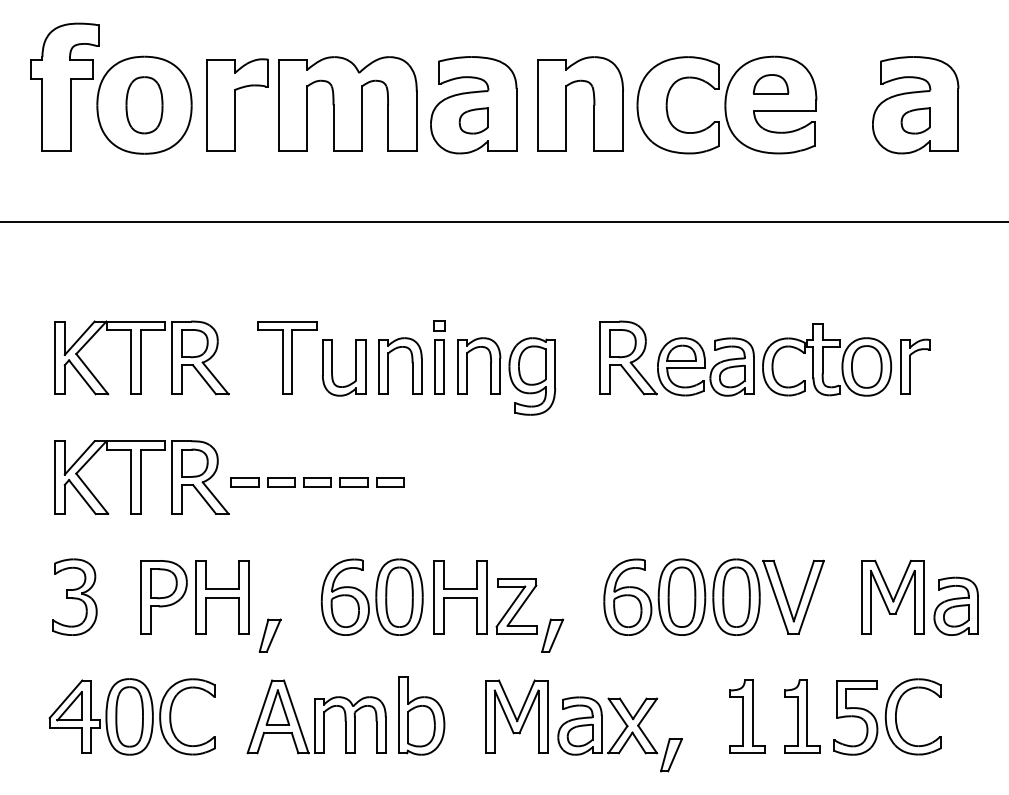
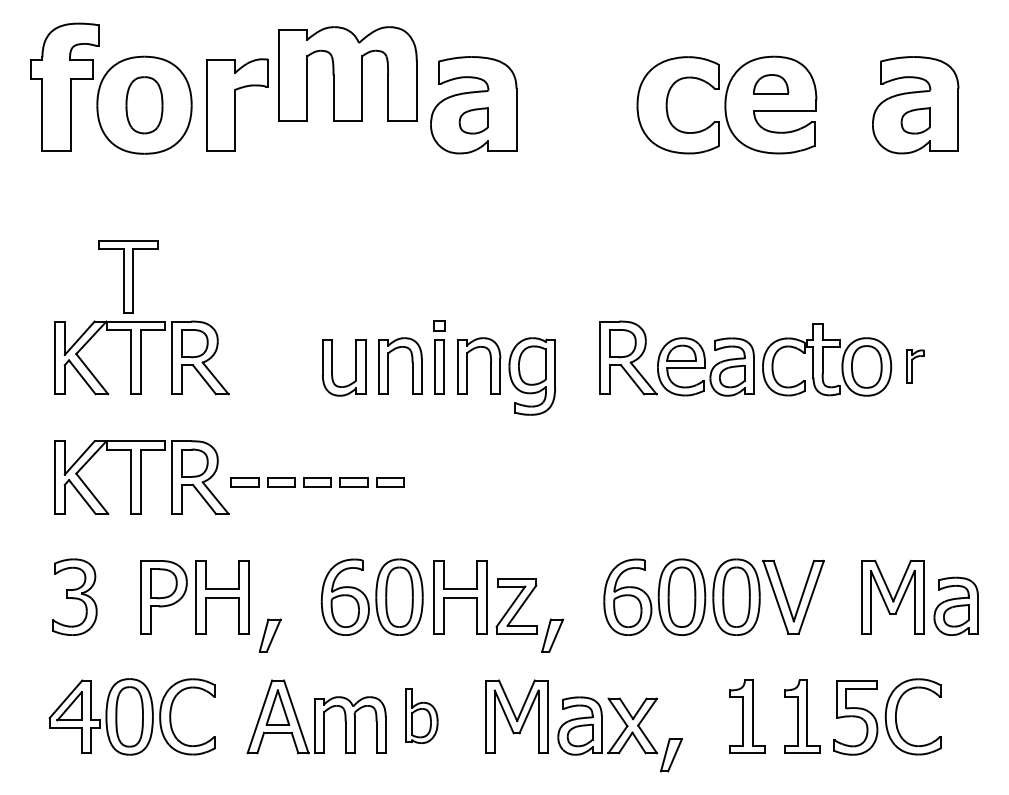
part at (347, 103) position: (347, 103) -> (347, 73)
part at (593, 103): present -> none
line at (503, 221): present -> none
part at (287, 357) position: (287, 357) -> (128, 276)
part at (915, 366) size: 31x57 px -> 19x35 px
part at (421, 715) size: 48x80 px -> 34x56 px
